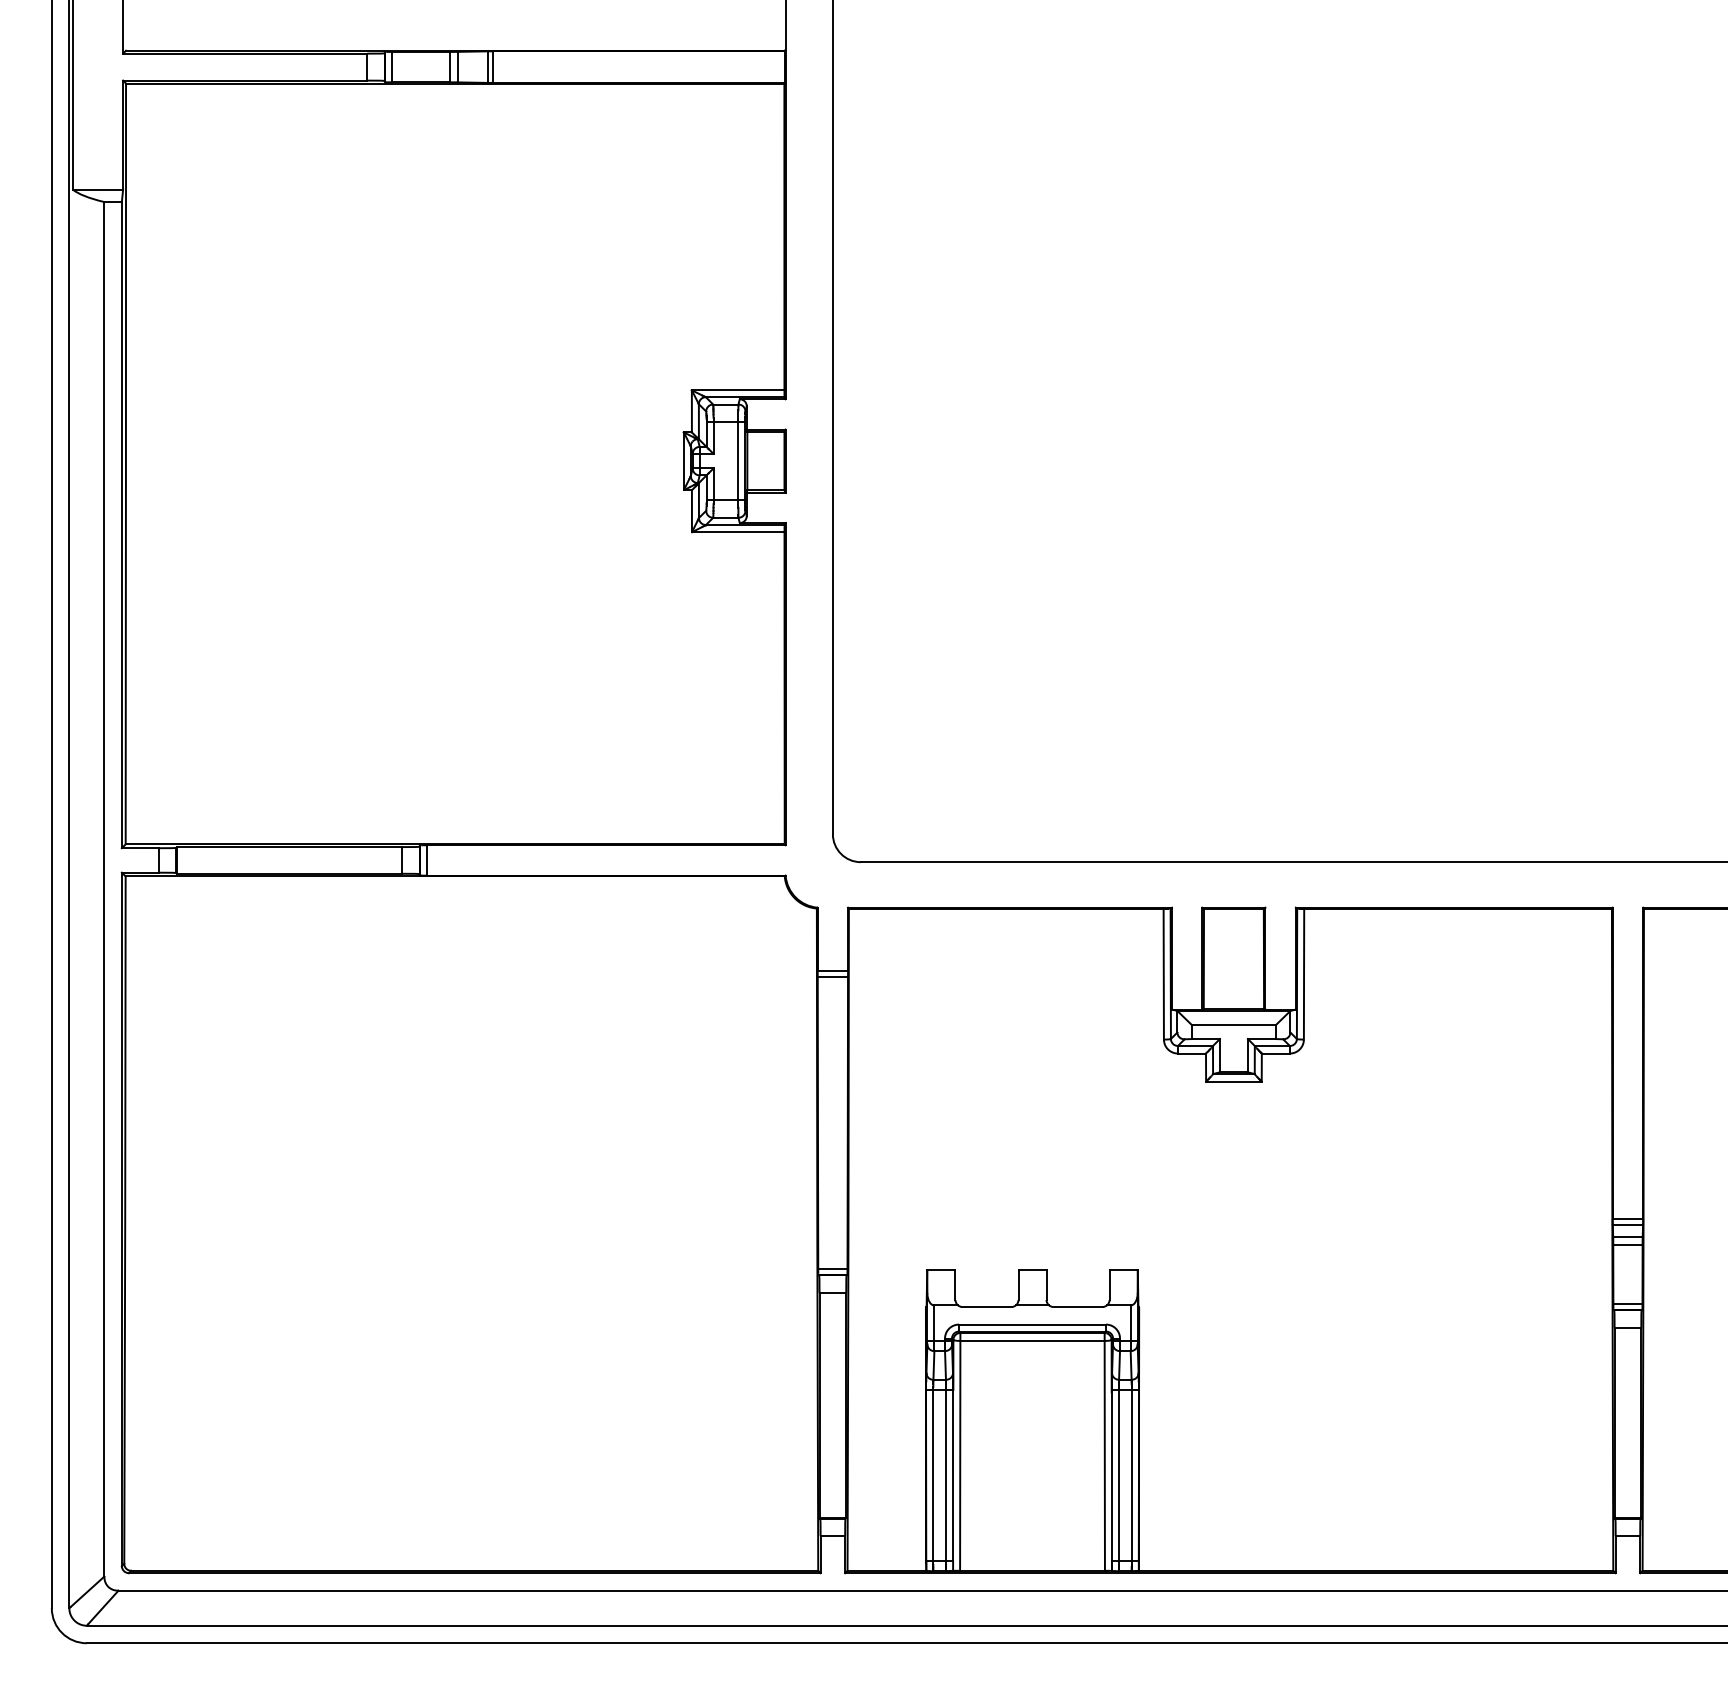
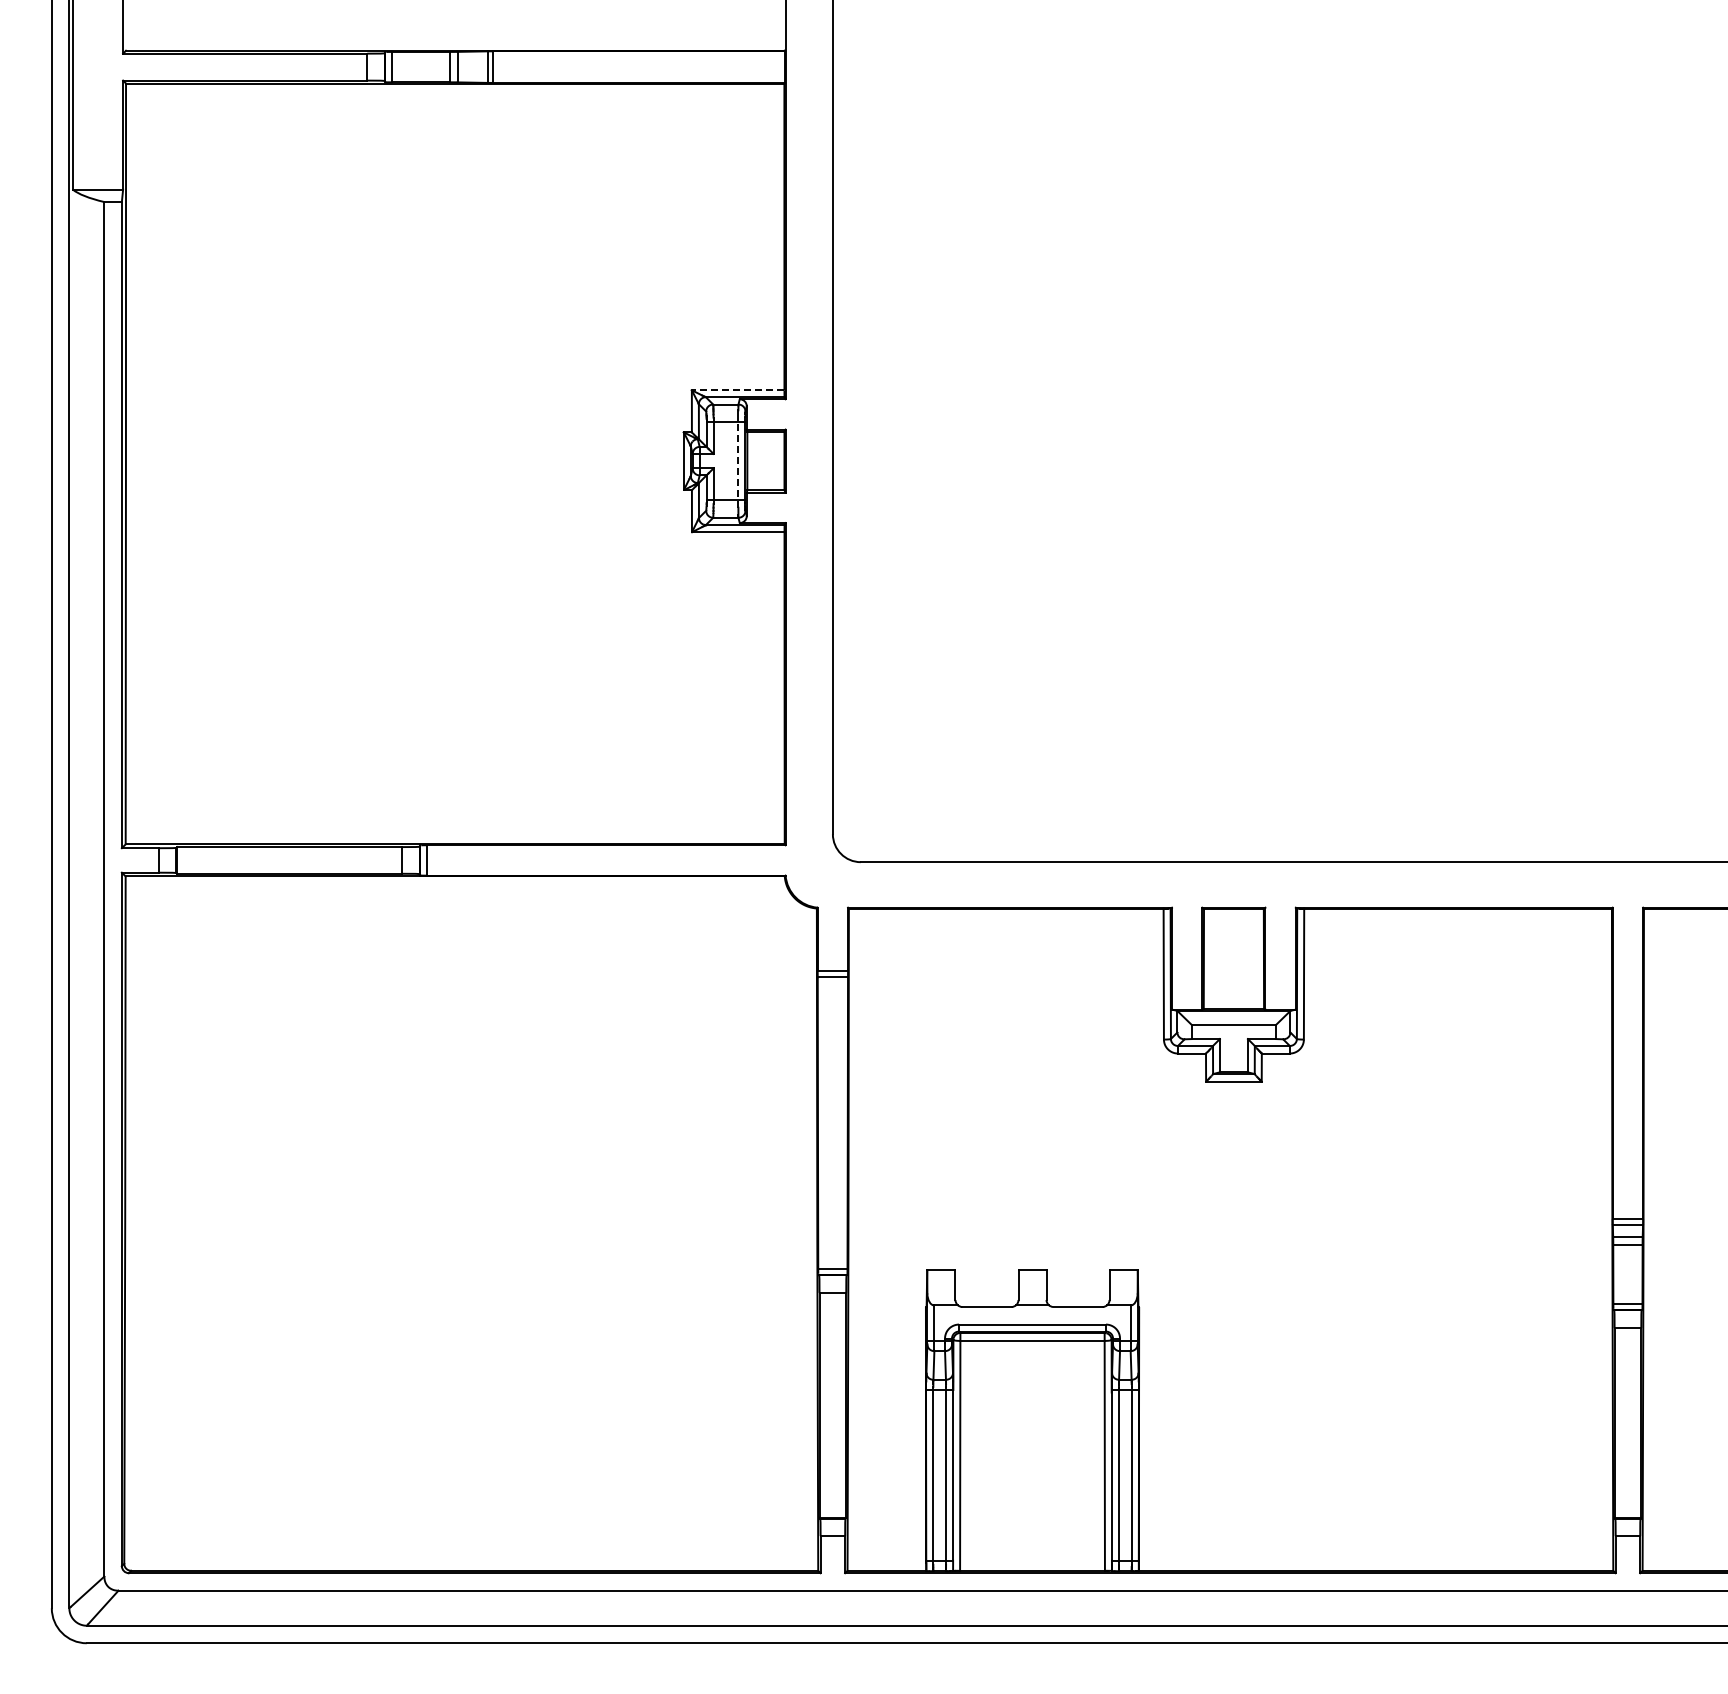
line at (737, 390): solid -> dashed
line at (738, 463): solid -> dashed
